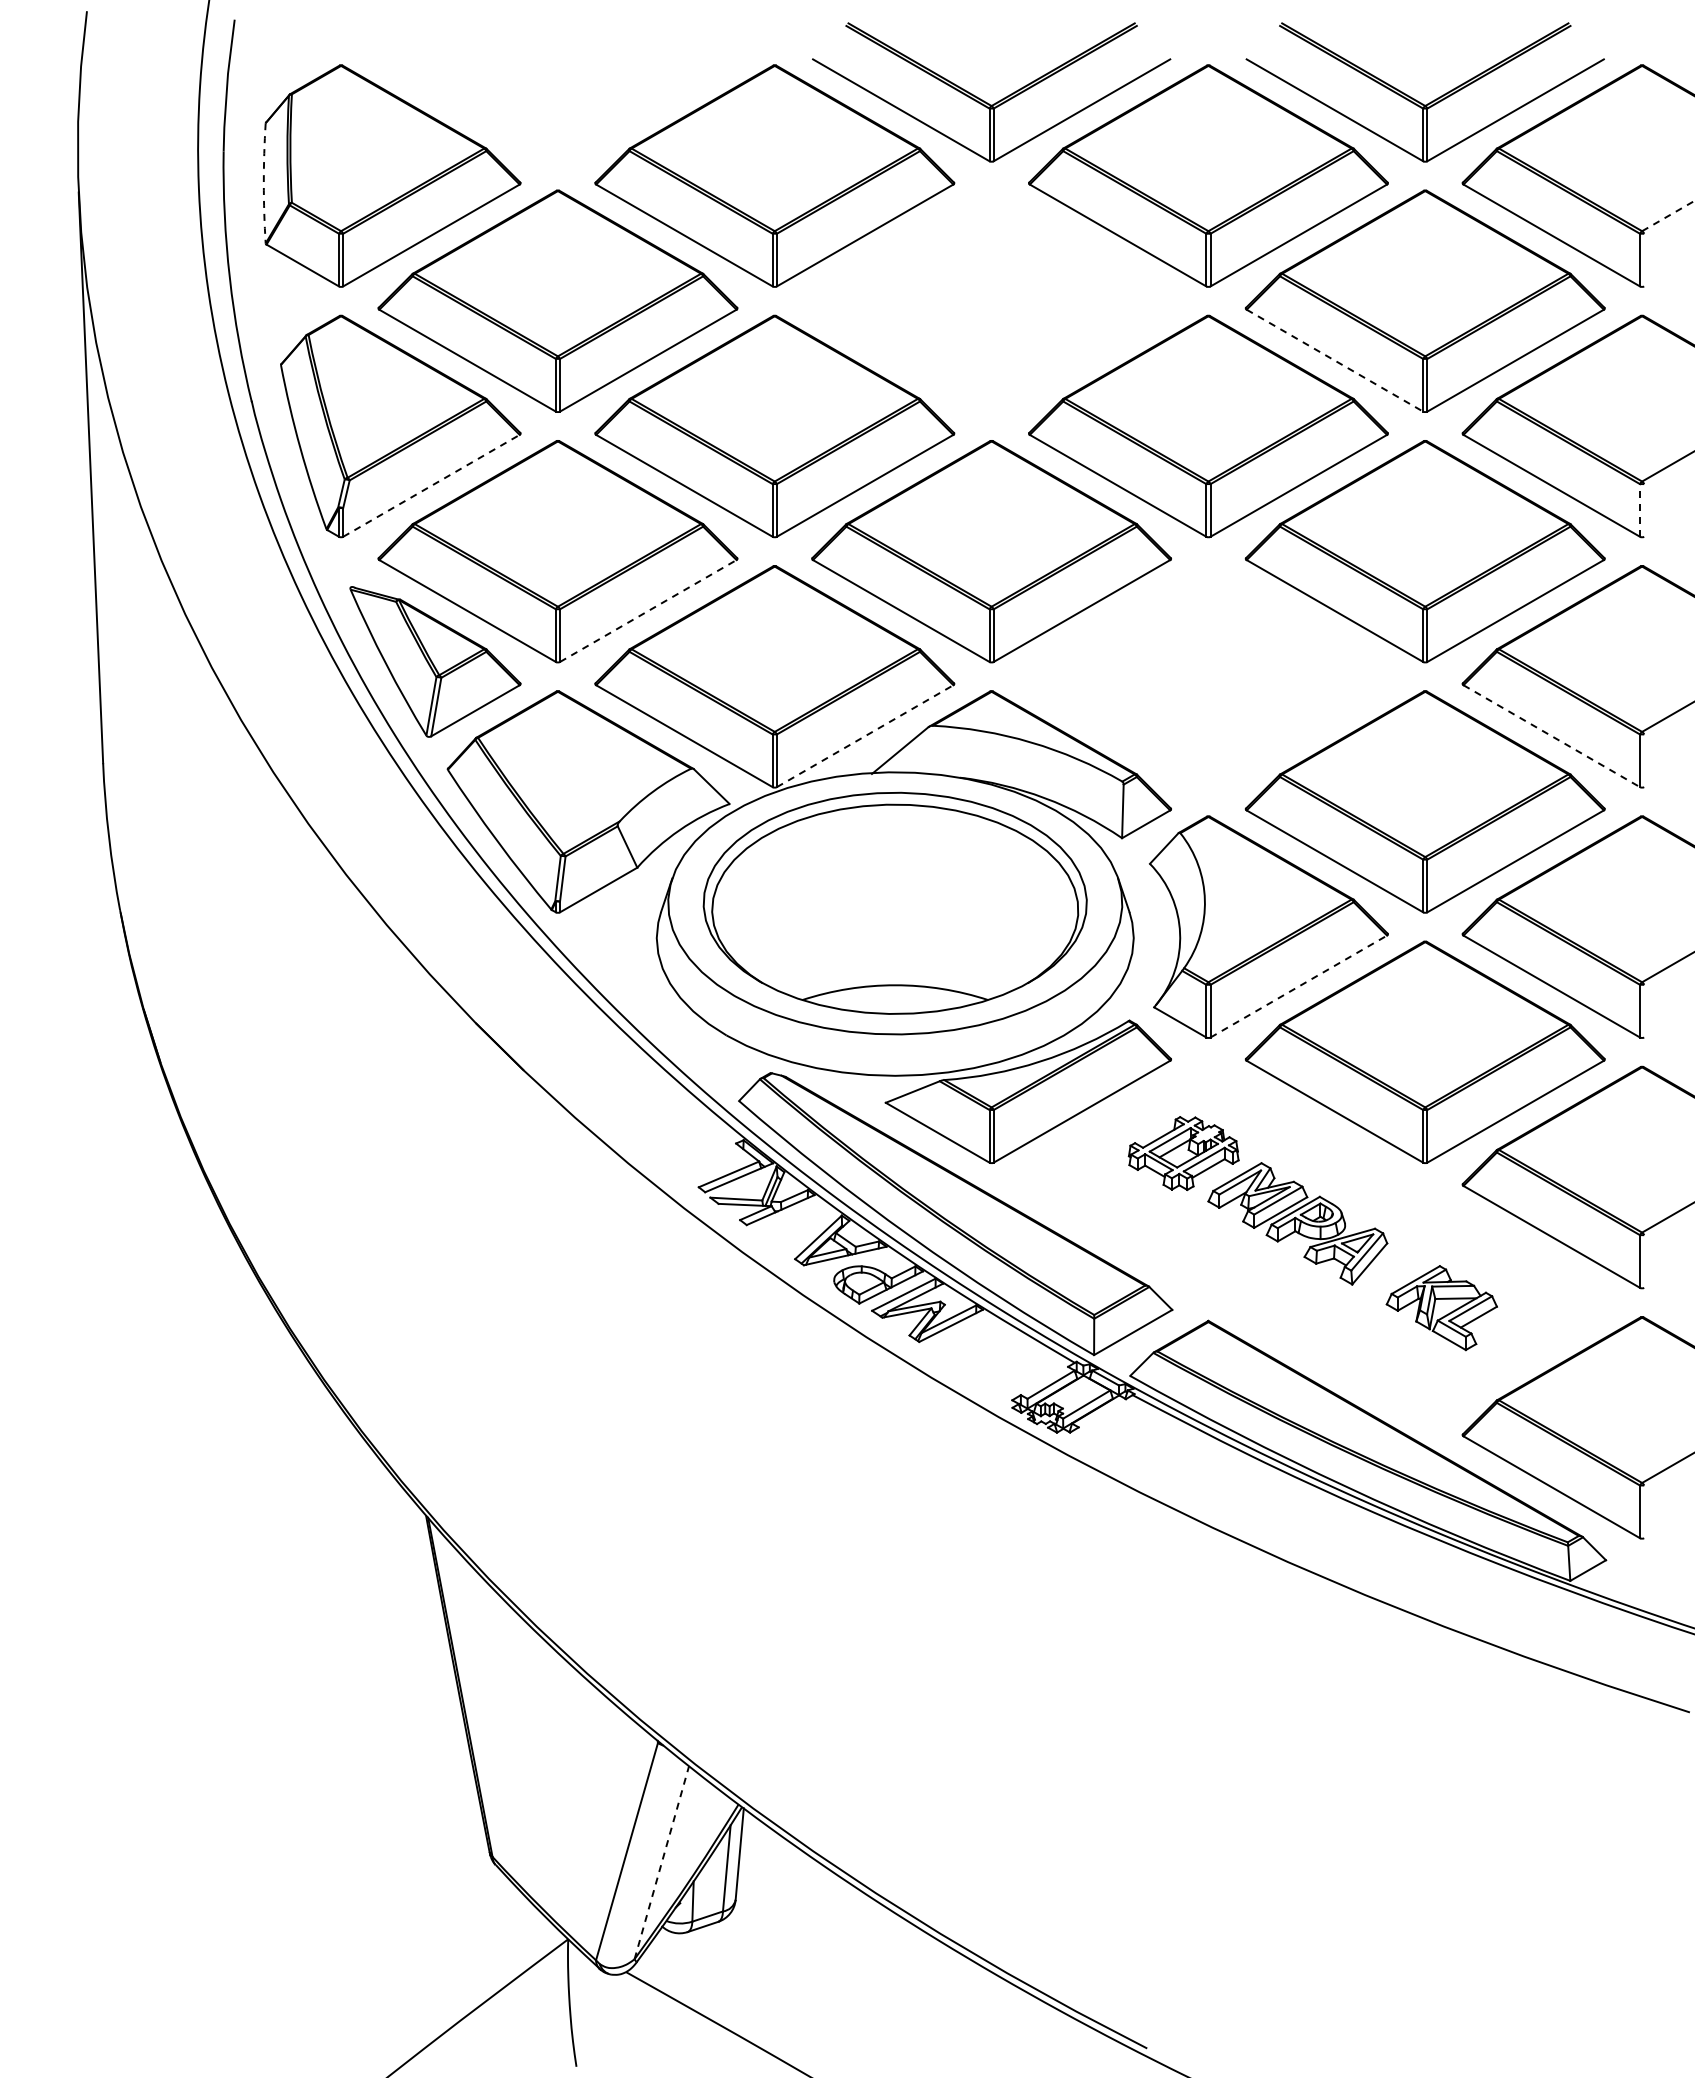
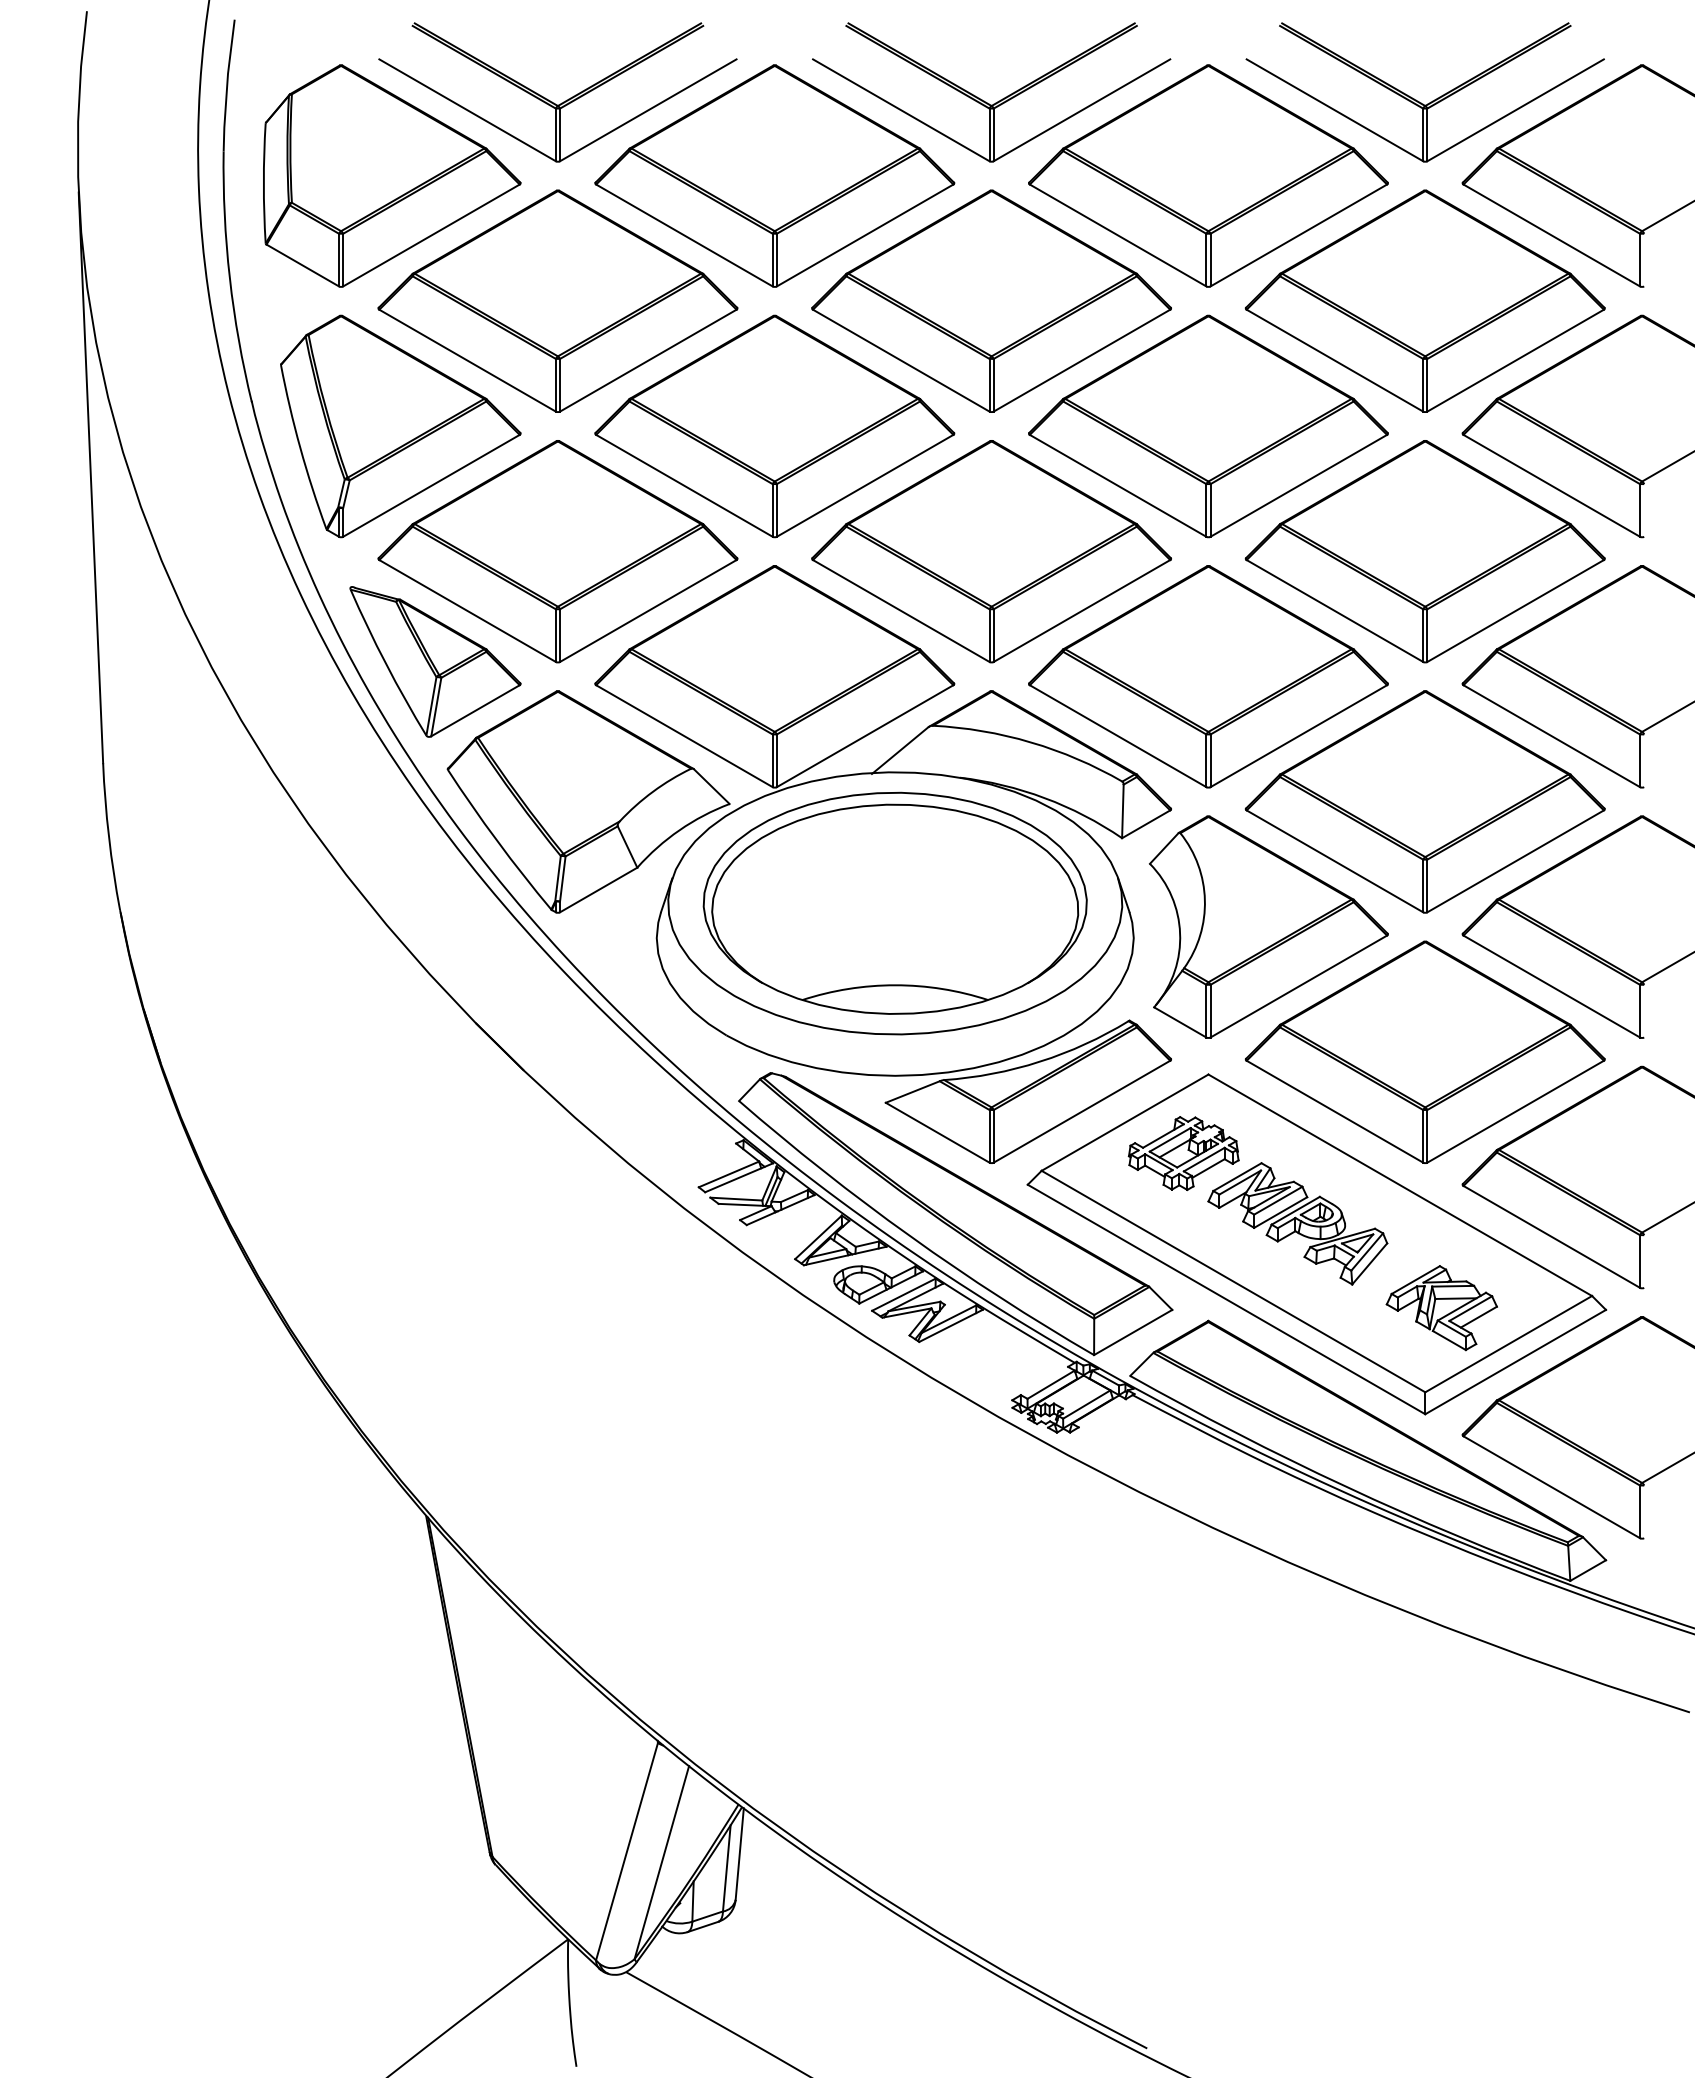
part at (552, 101): none -> present
arc at (263, 183): dashed -> solid
line at (1668, 215): dashed -> solid
part at (991, 300): none -> present
line at (1334, 360): dashed -> solid
line at (431, 485): dashed -> solid
line at (1640, 509): dashed -> solid
line at (648, 611): dashed -> solid
part at (1208, 676): none -> present
line at (865, 736): dashed -> solid
line at (1551, 736): dashed -> solid
line at (1298, 986): dashed -> solid
part at (1316, 1244): none -> present
line at (661, 1862): dashed -> solid
